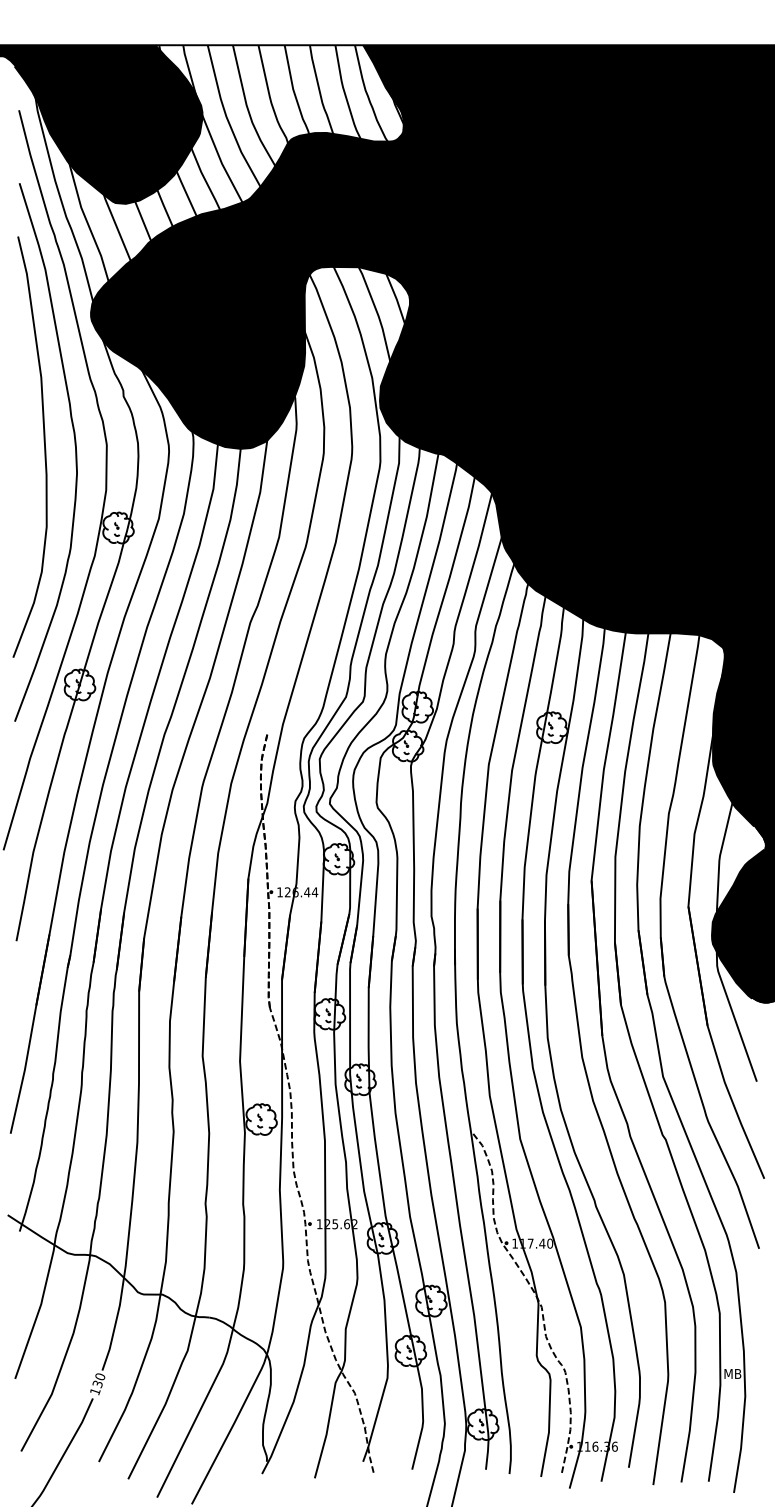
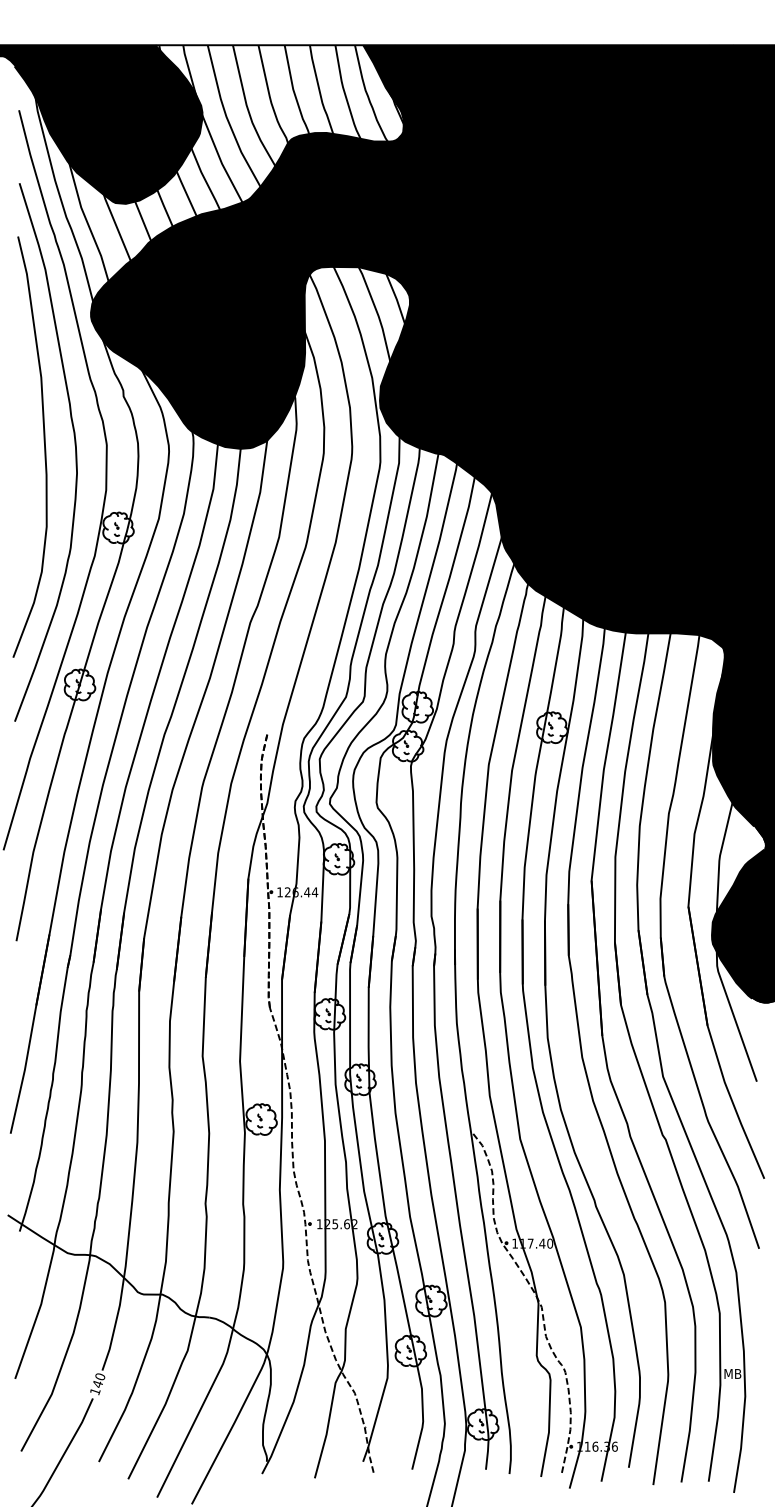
text at (97, 1384): 130 -> 140
